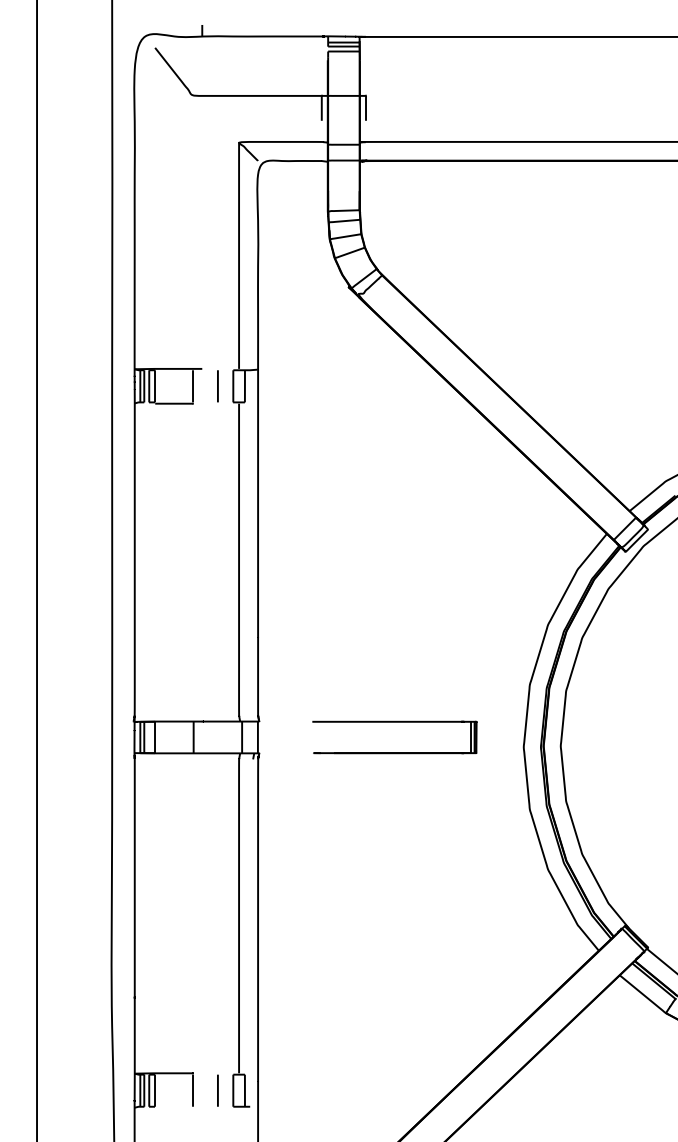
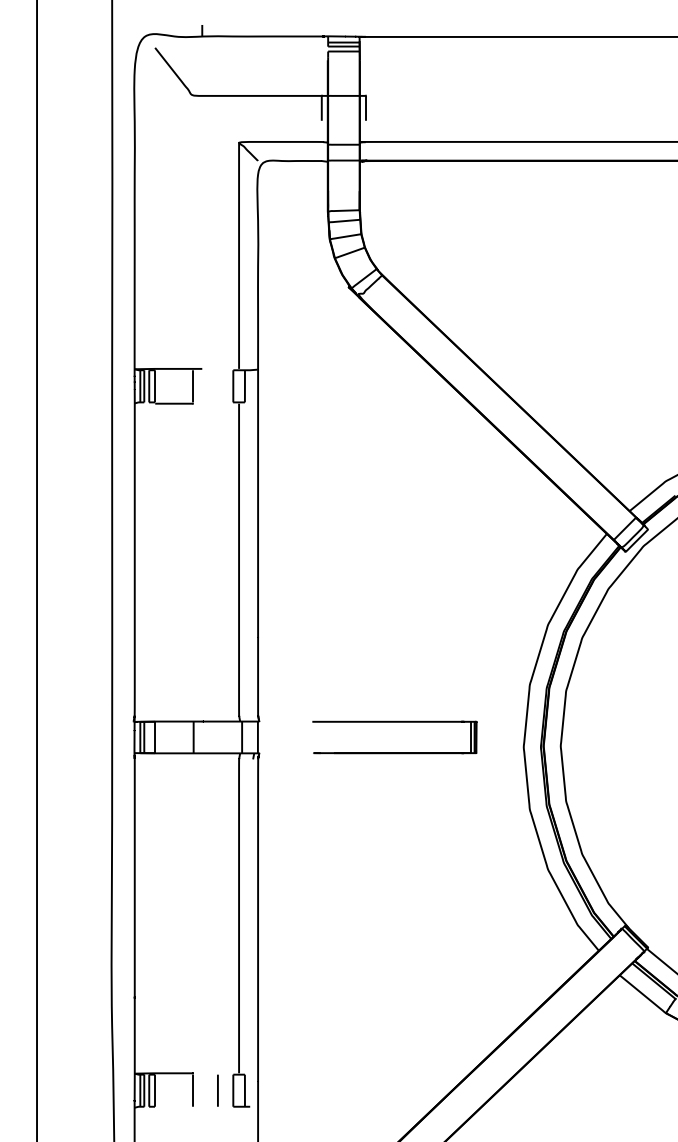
line at (217, 386): present -> none
